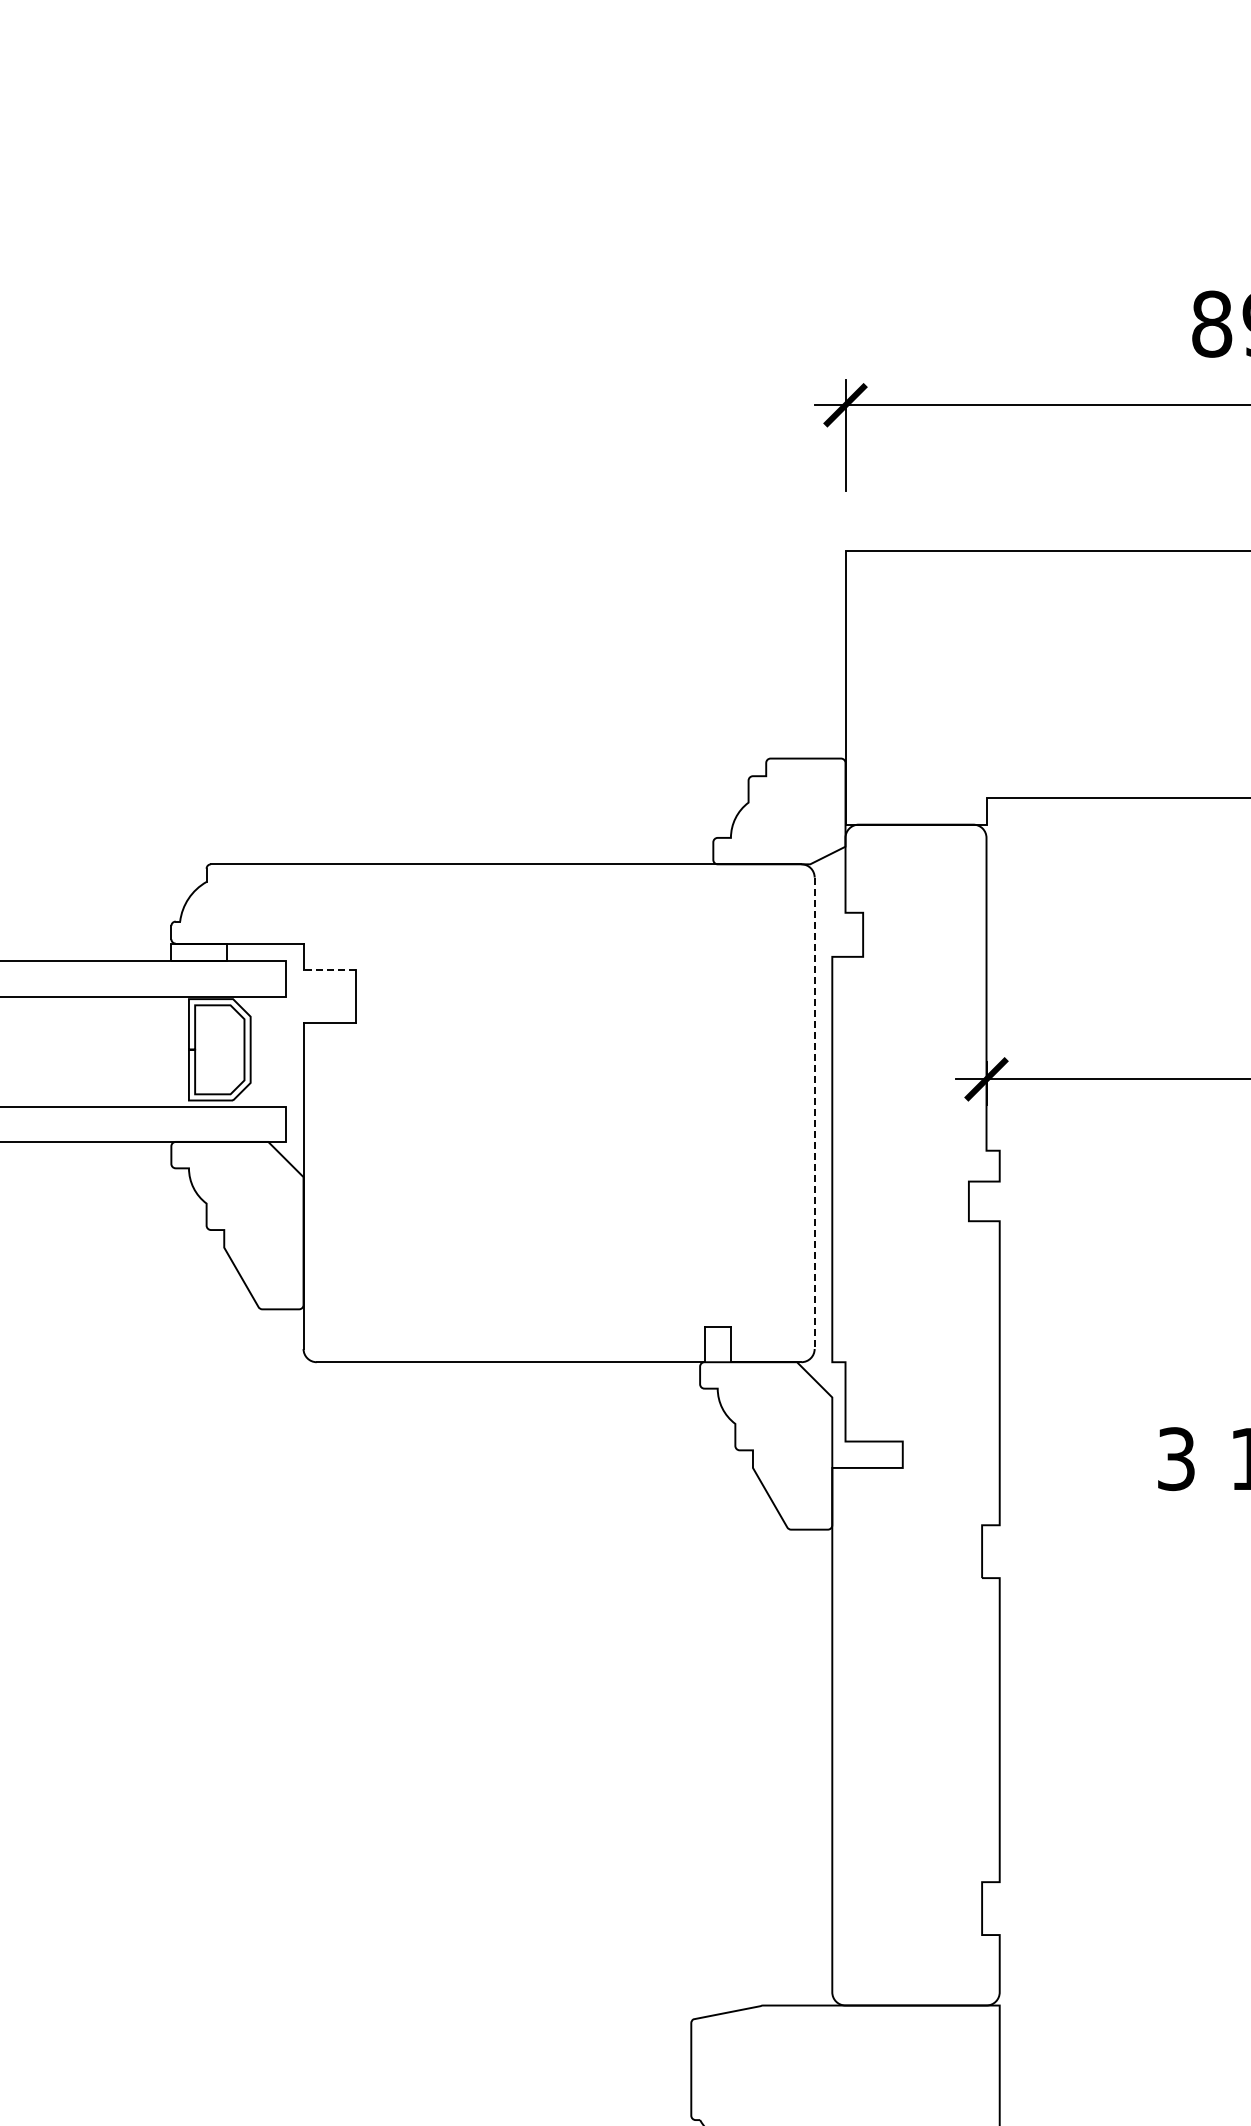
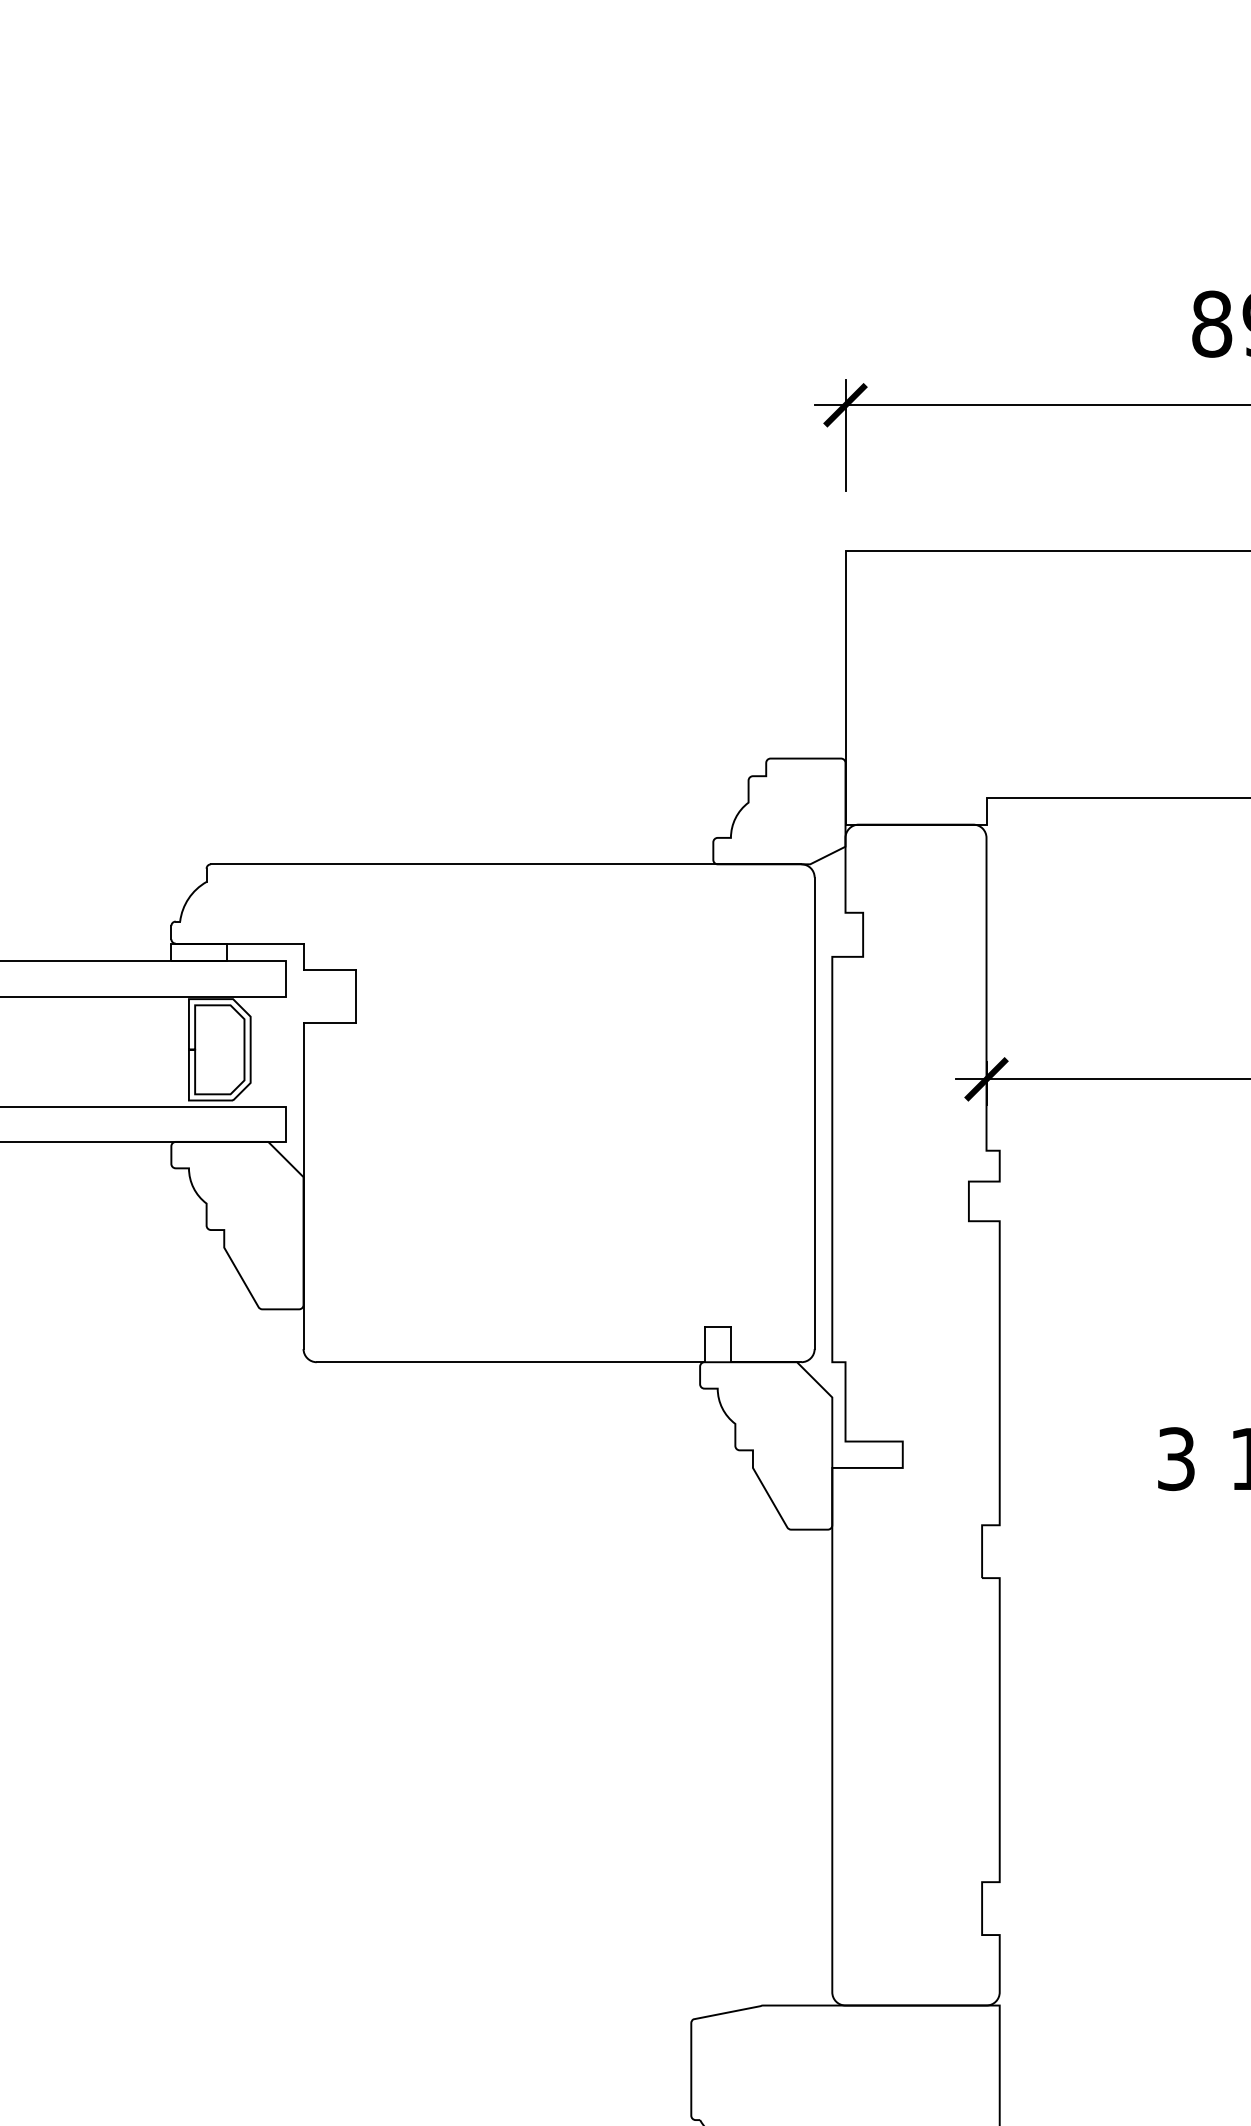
line at (329, 970): dashed -> solid
line at (814, 1113): dashed -> solid
